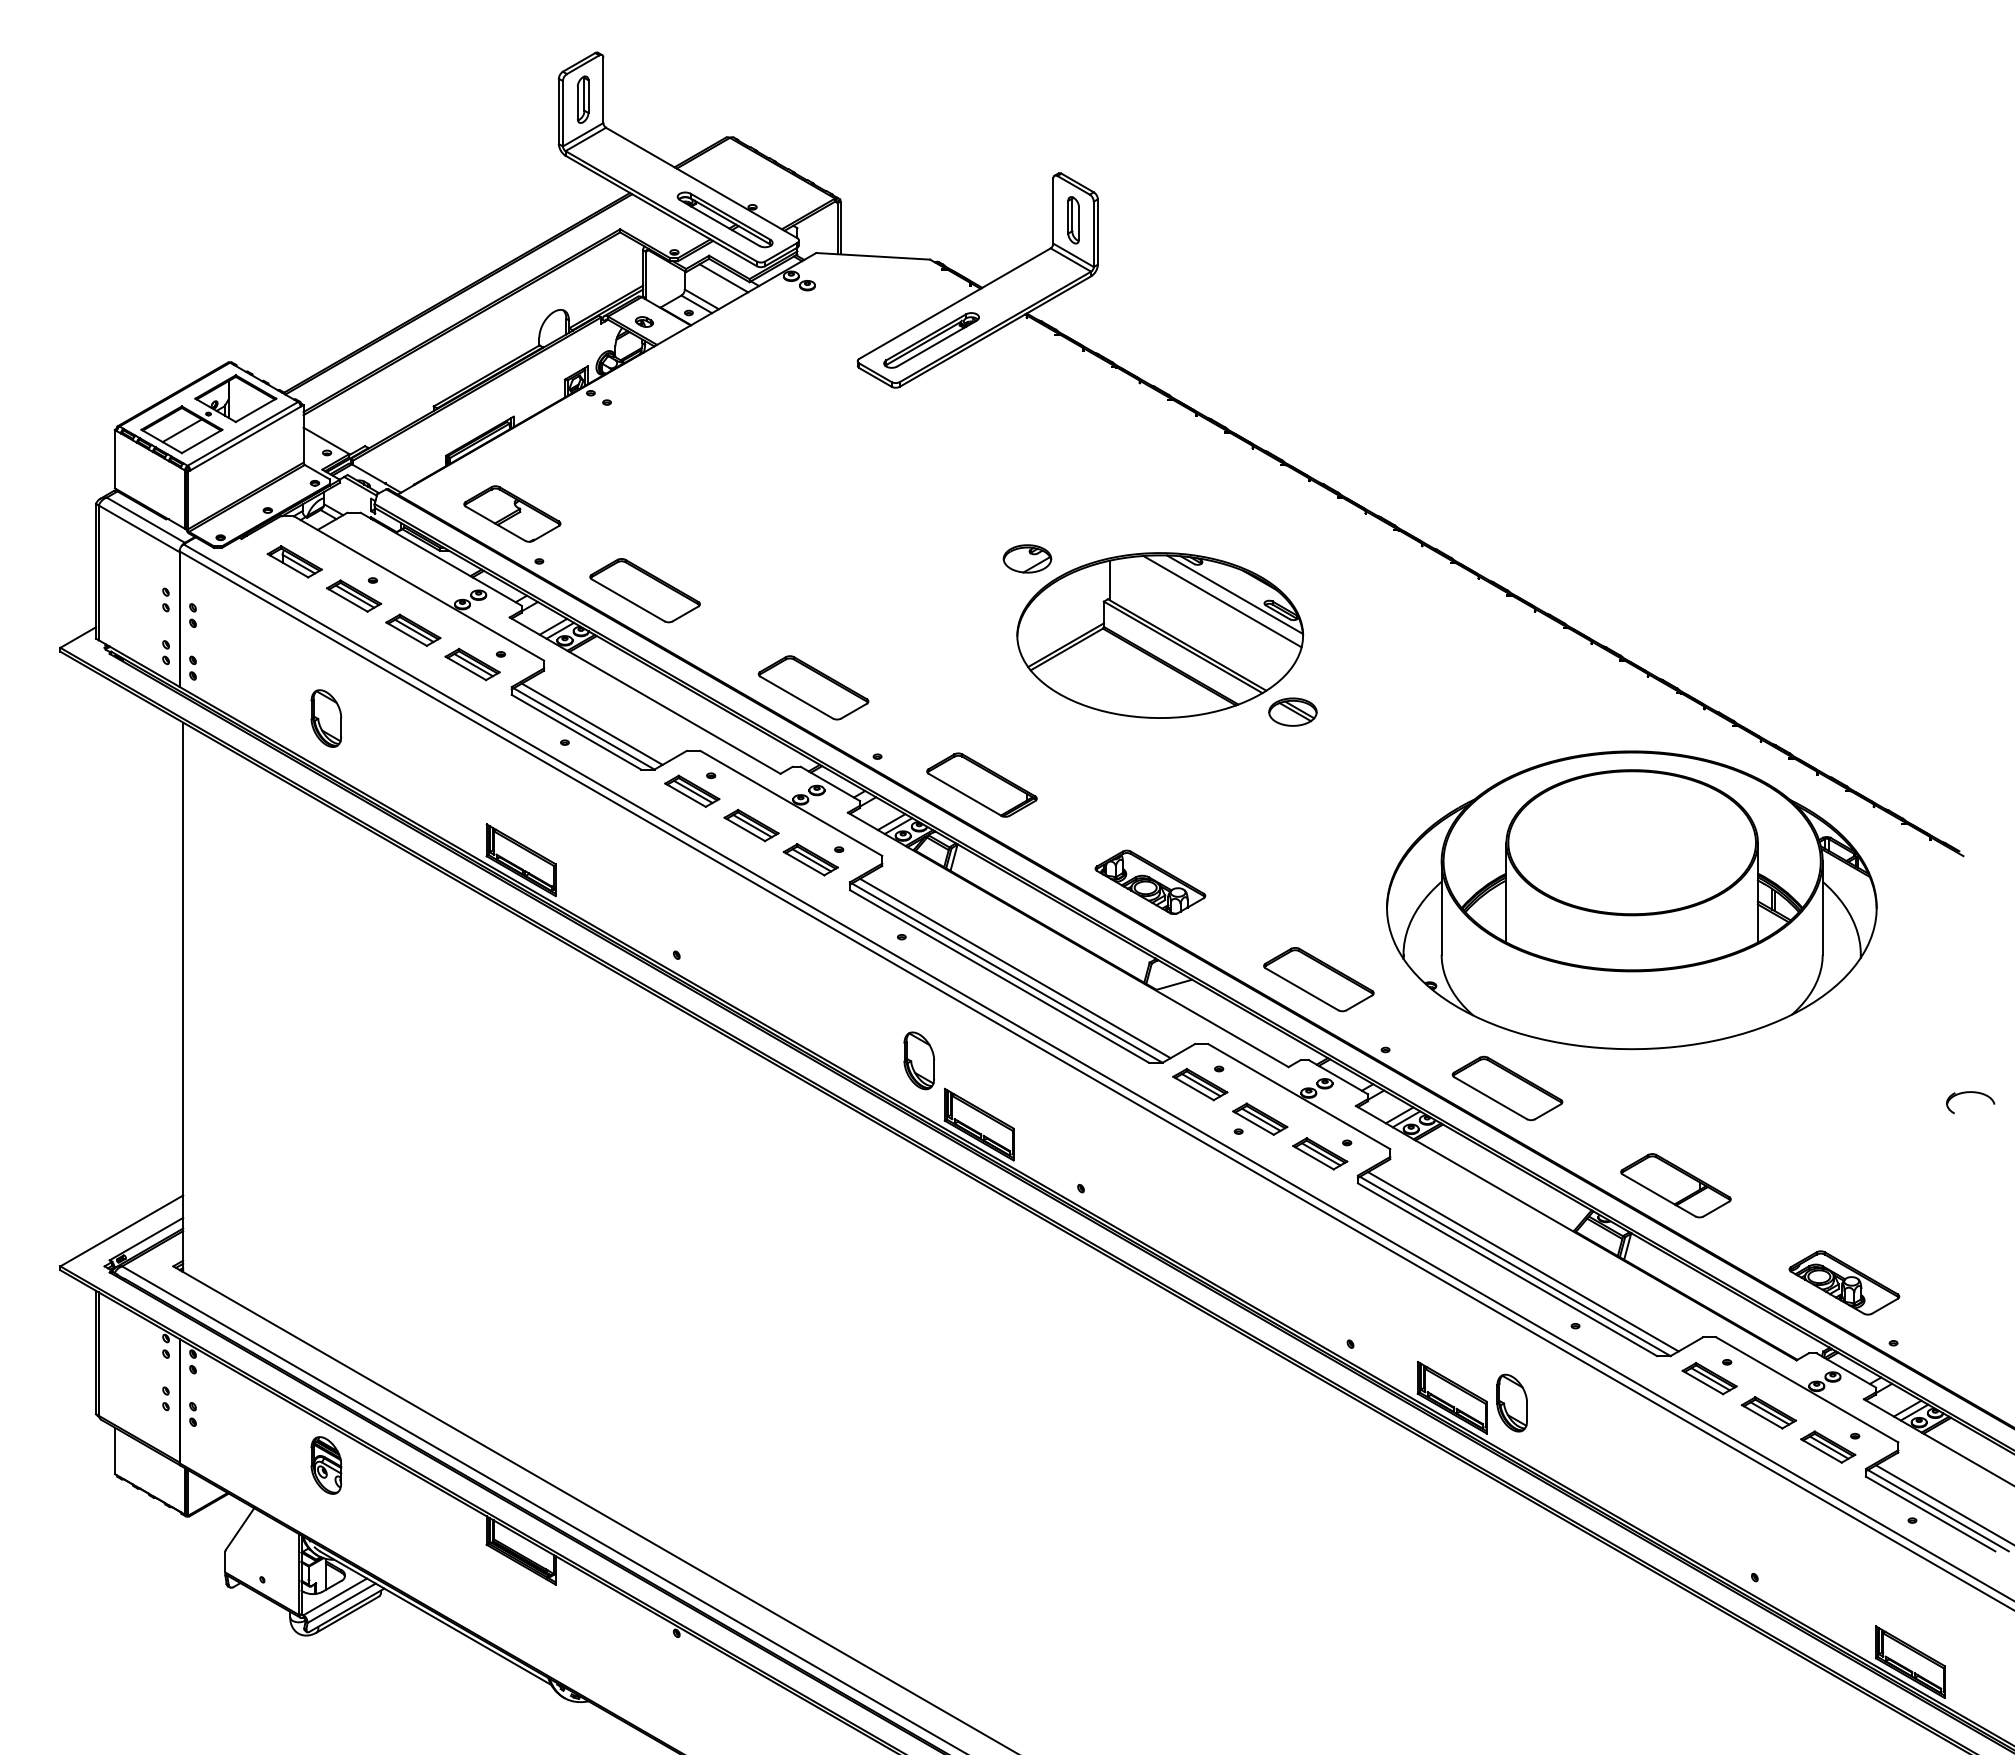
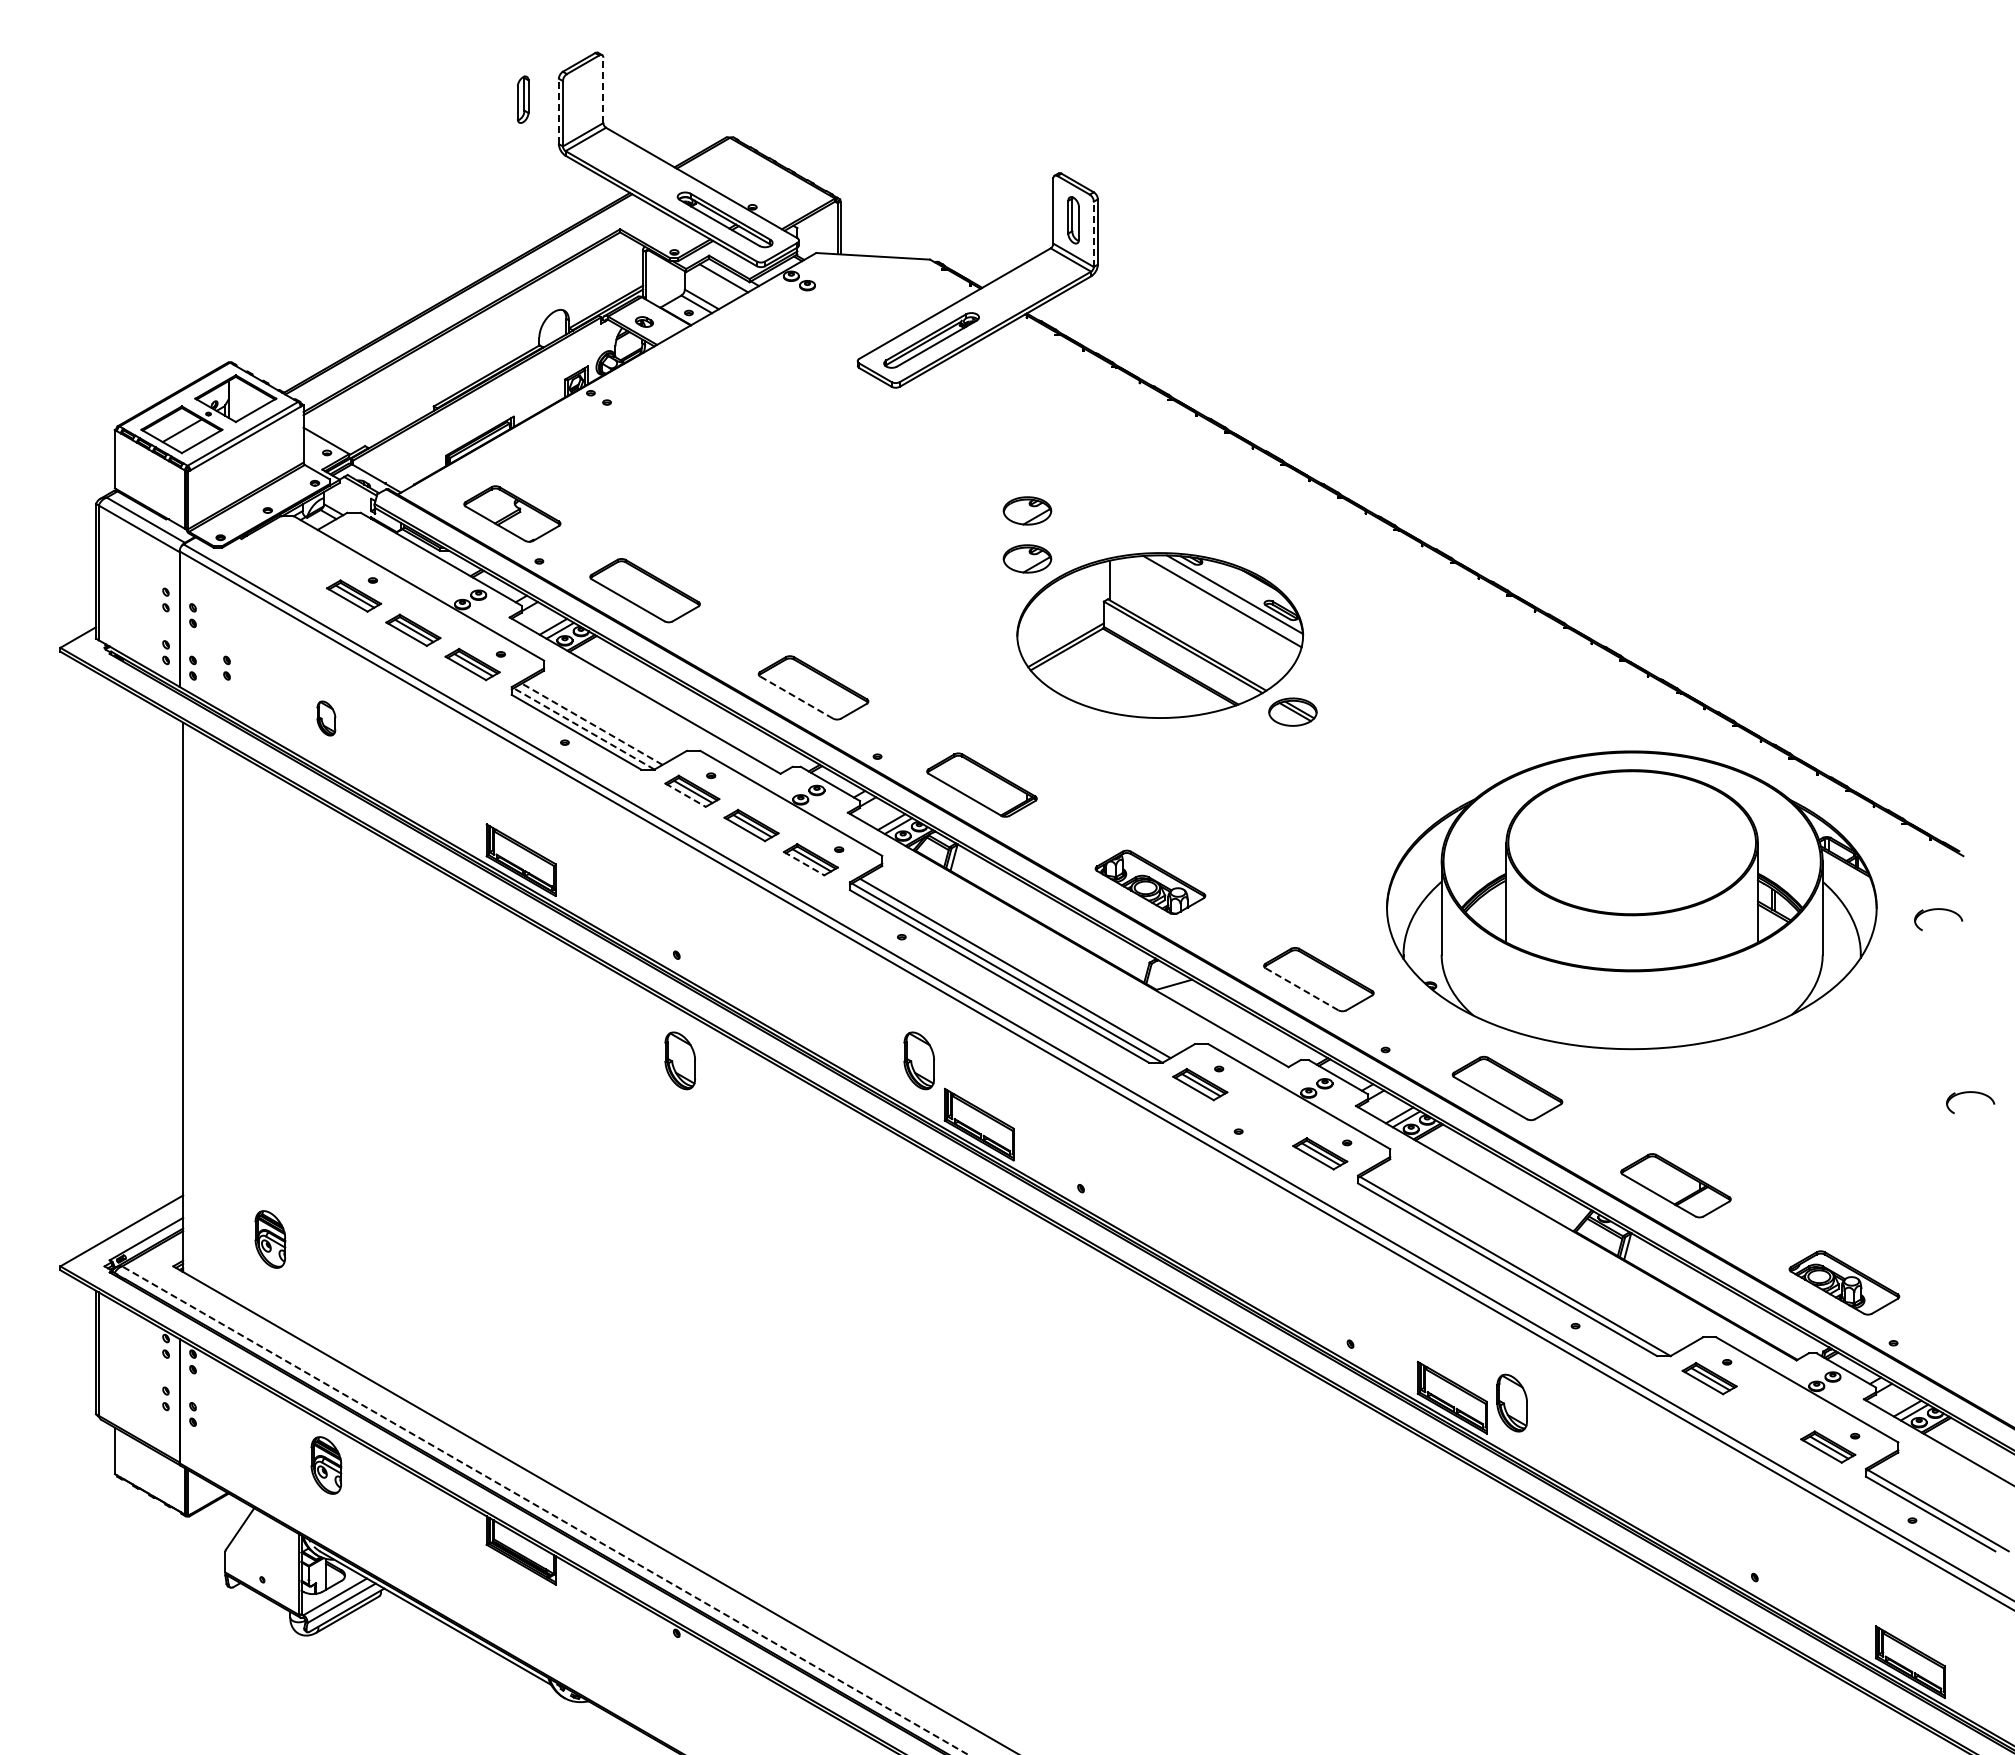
line at (603, 90): solid -> dashed
part at (583, 99) position: (583, 99) -> (523, 99)
line at (558, 111): solid -> dashed
line at (1093, 234): solid -> dashed
part at (1027, 510): none -> present
part at (294, 561): present -> none
part at (226, 667): none -> present
line at (797, 697): solid -> dashed
part at (326, 718) size: 33x59 px -> 21x37 px
line at (591, 723): solid -> dashed
line at (583, 728): solid -> dashed
line at (685, 795): solid -> dashed
line at (804, 863): solid -> dashed
part at (1936, 910): none -> present
line at (1302, 989): solid -> dashed
part at (679, 1060): none -> present
part at (1260, 1118): present -> none
part at (270, 1239): none -> present
line at (1523, 1261): present -> none
part at (1768, 1412): present -> none
line at (1943, 1504): present -> none
line at (544, 1510): solid -> dashed
